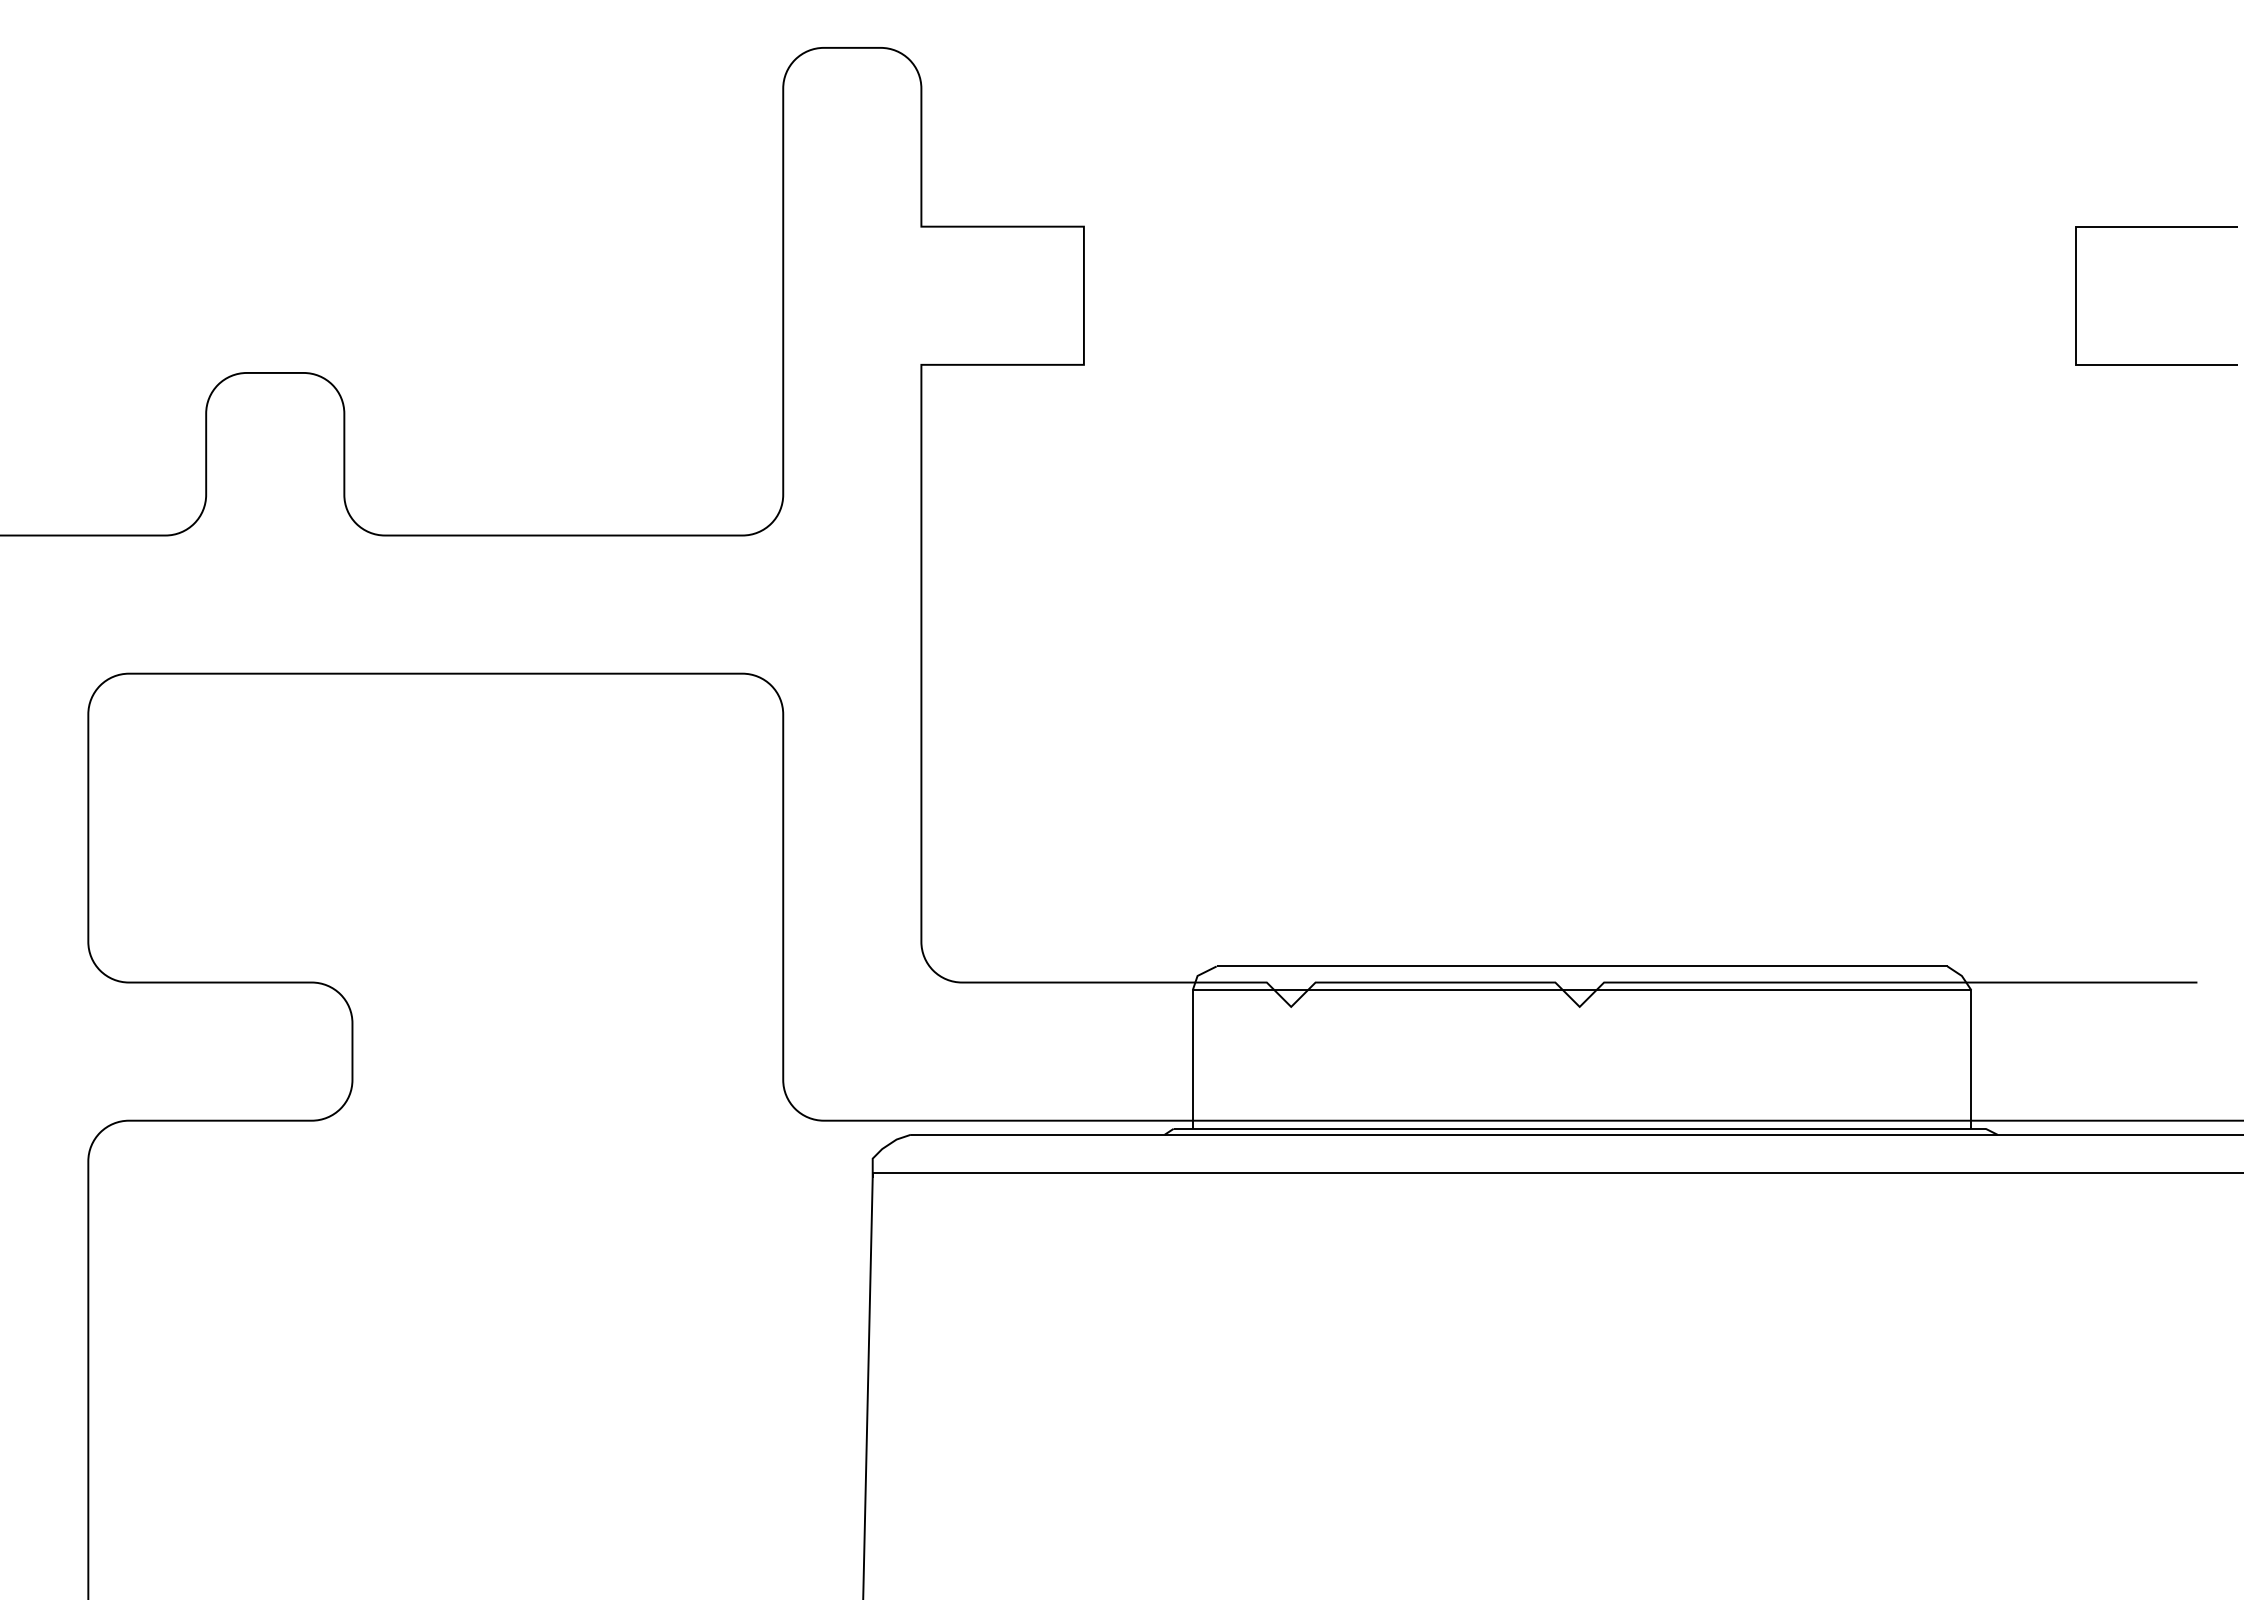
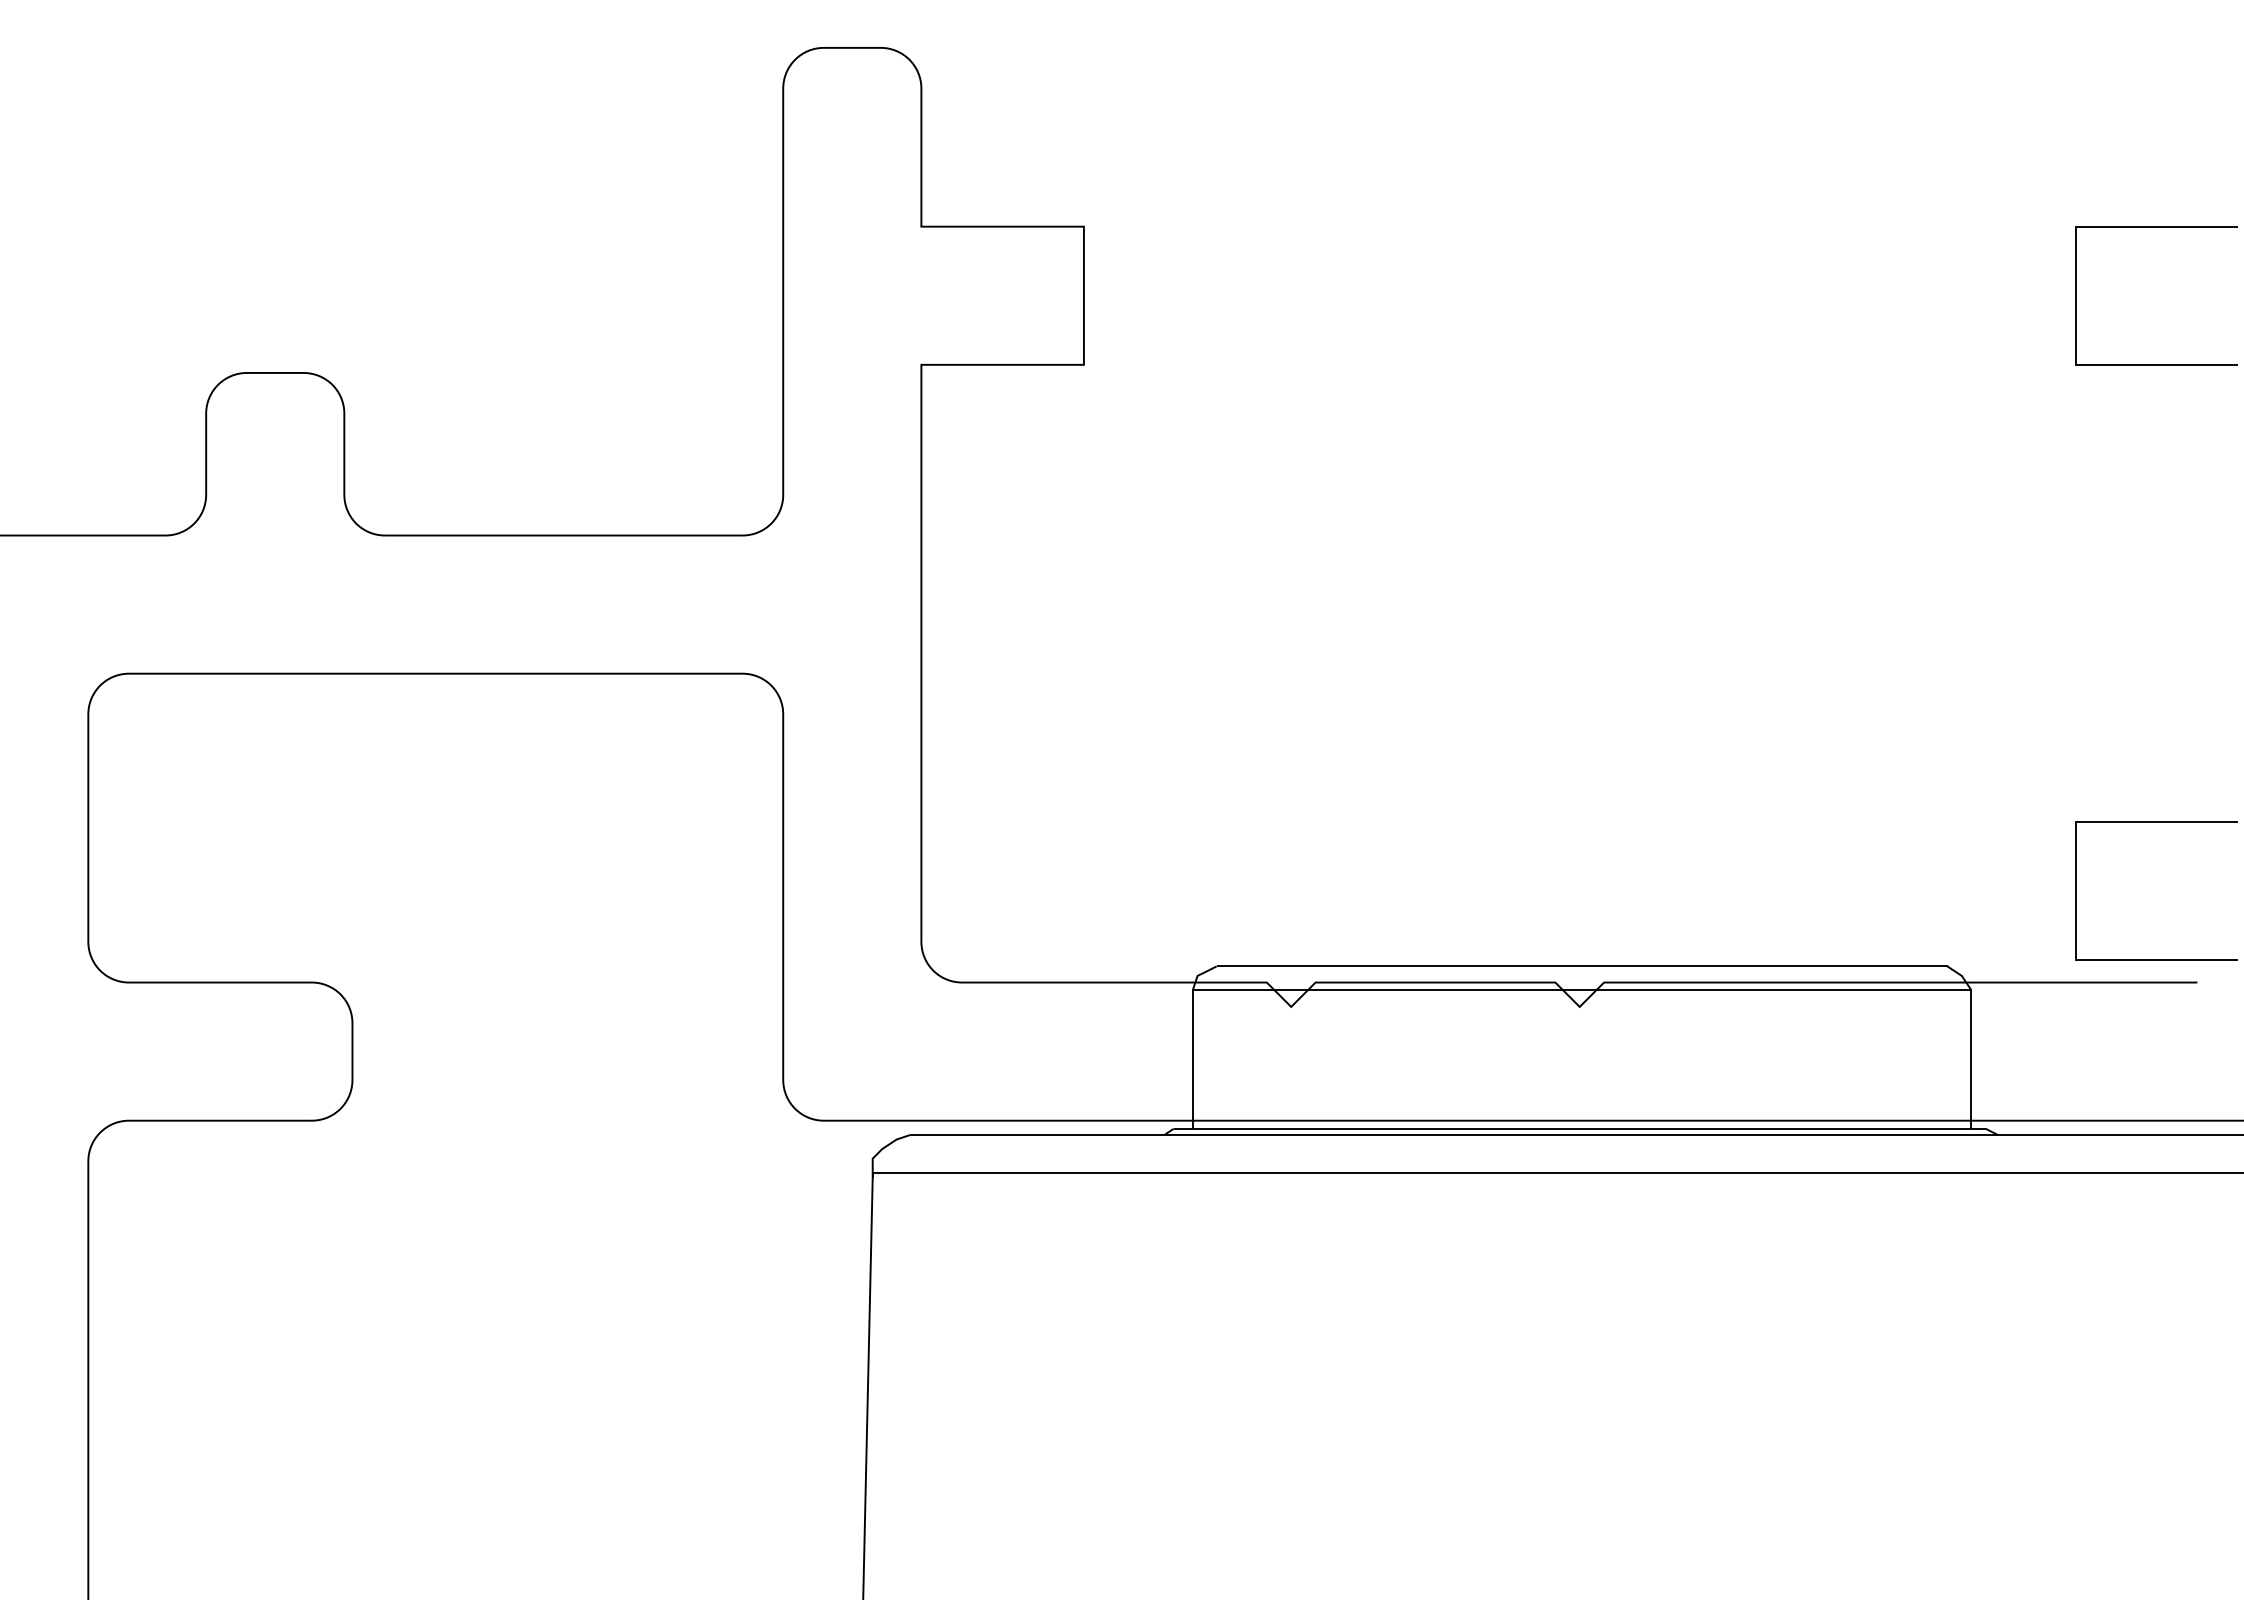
line at (2156, 822): none -> present
